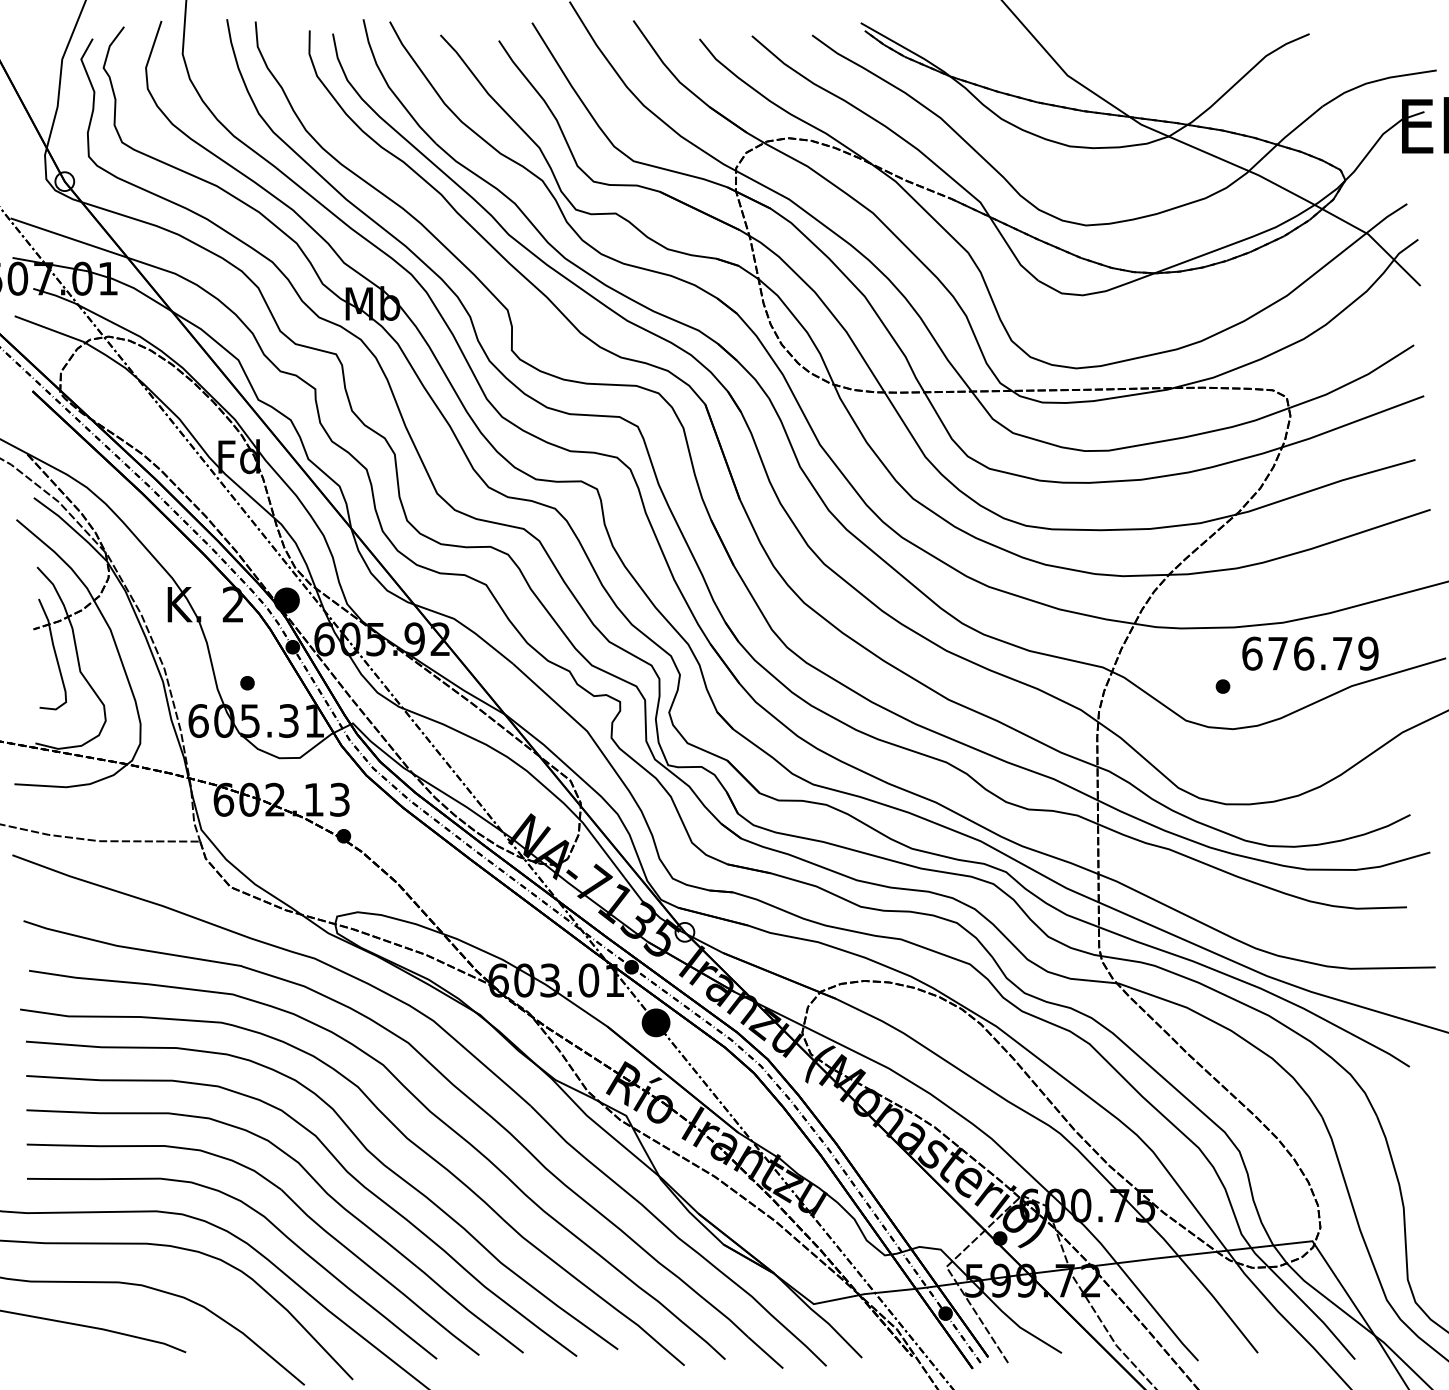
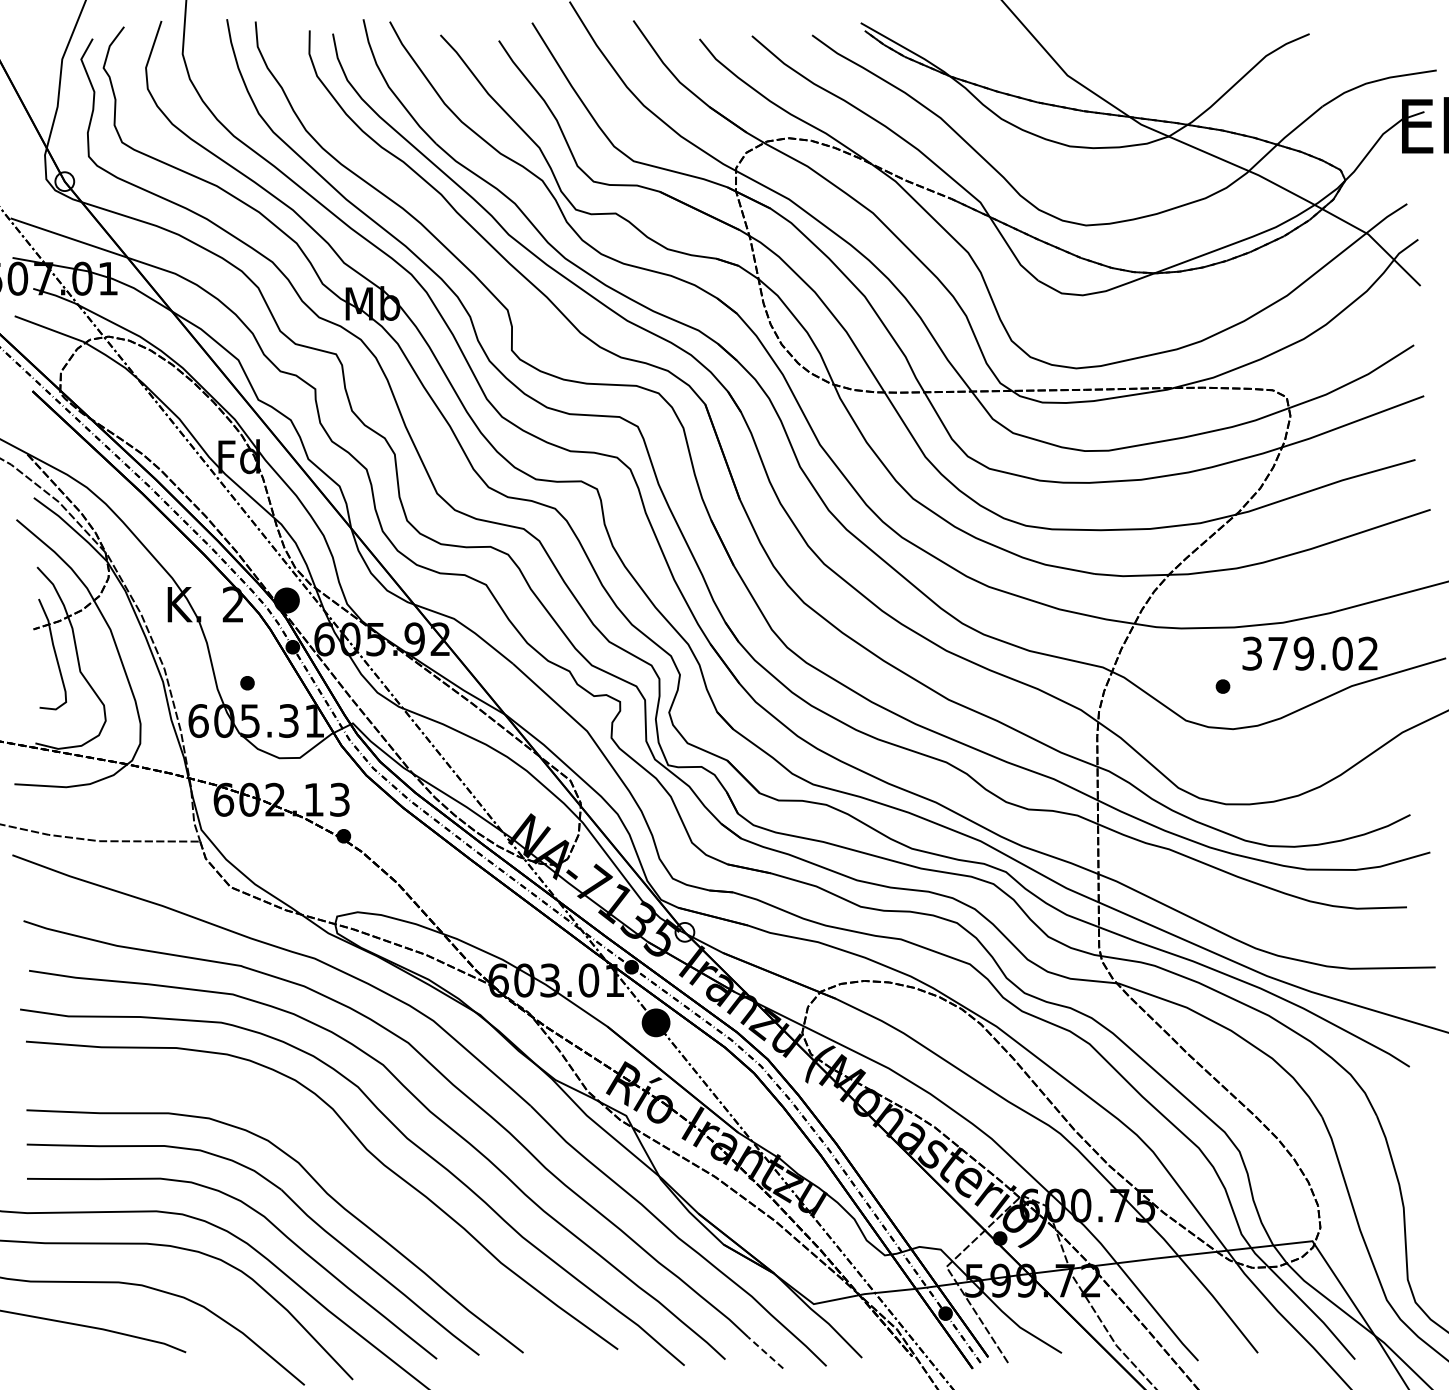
text at (1310, 653): 676.79 -> 379.02
curve at (345, 1171): present -> none
line at (765, 1352): solid -> dashed
